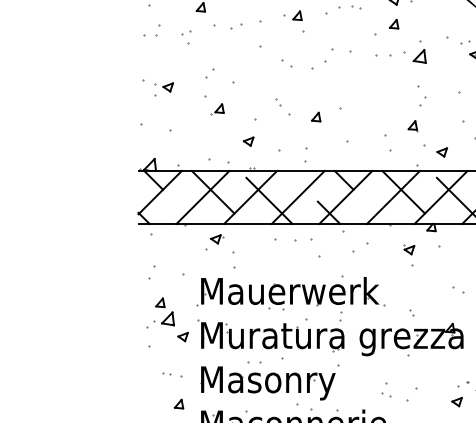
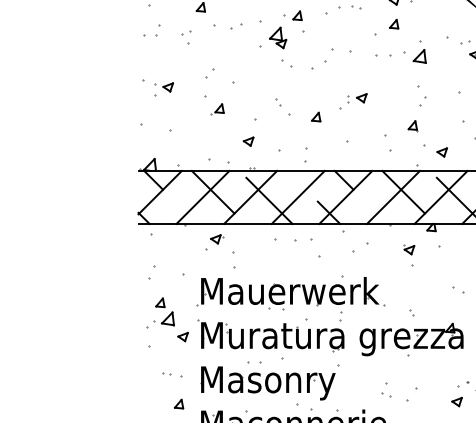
part at (278, 37): none -> present
part at (357, 98): none -> present
